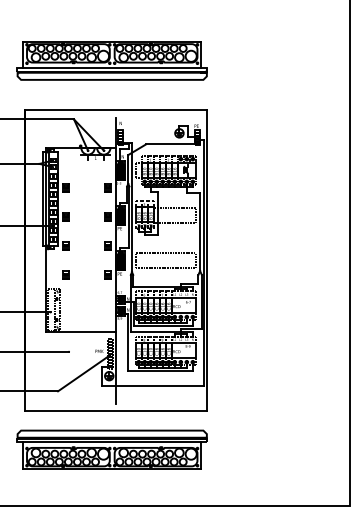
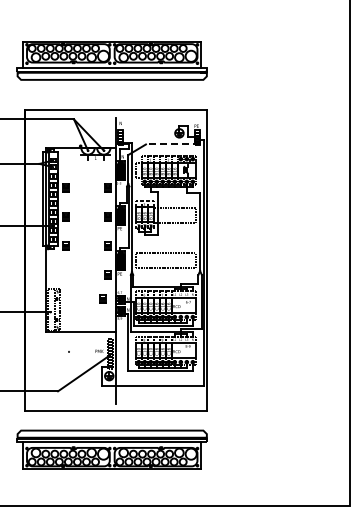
line at (172, 144): solid -> dashed
part at (65, 274) position: (65, 274) -> (102, 298)
line at (35, 351): present -> none
